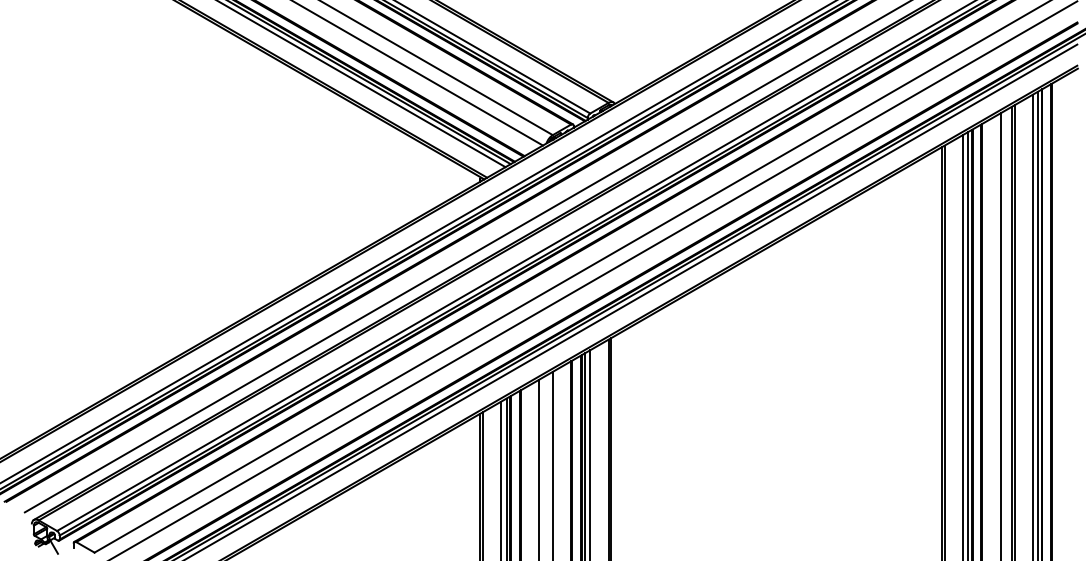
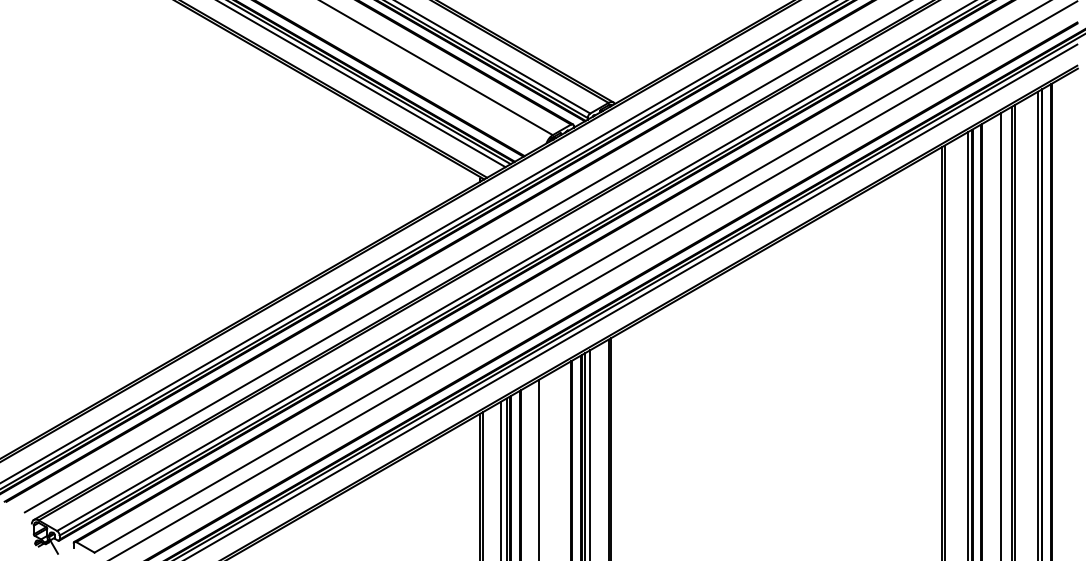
line at (418, 73): present -> none
line at (1032, 325): present -> none
line at (963, 345): present -> none
line at (552, 464): present -> none
